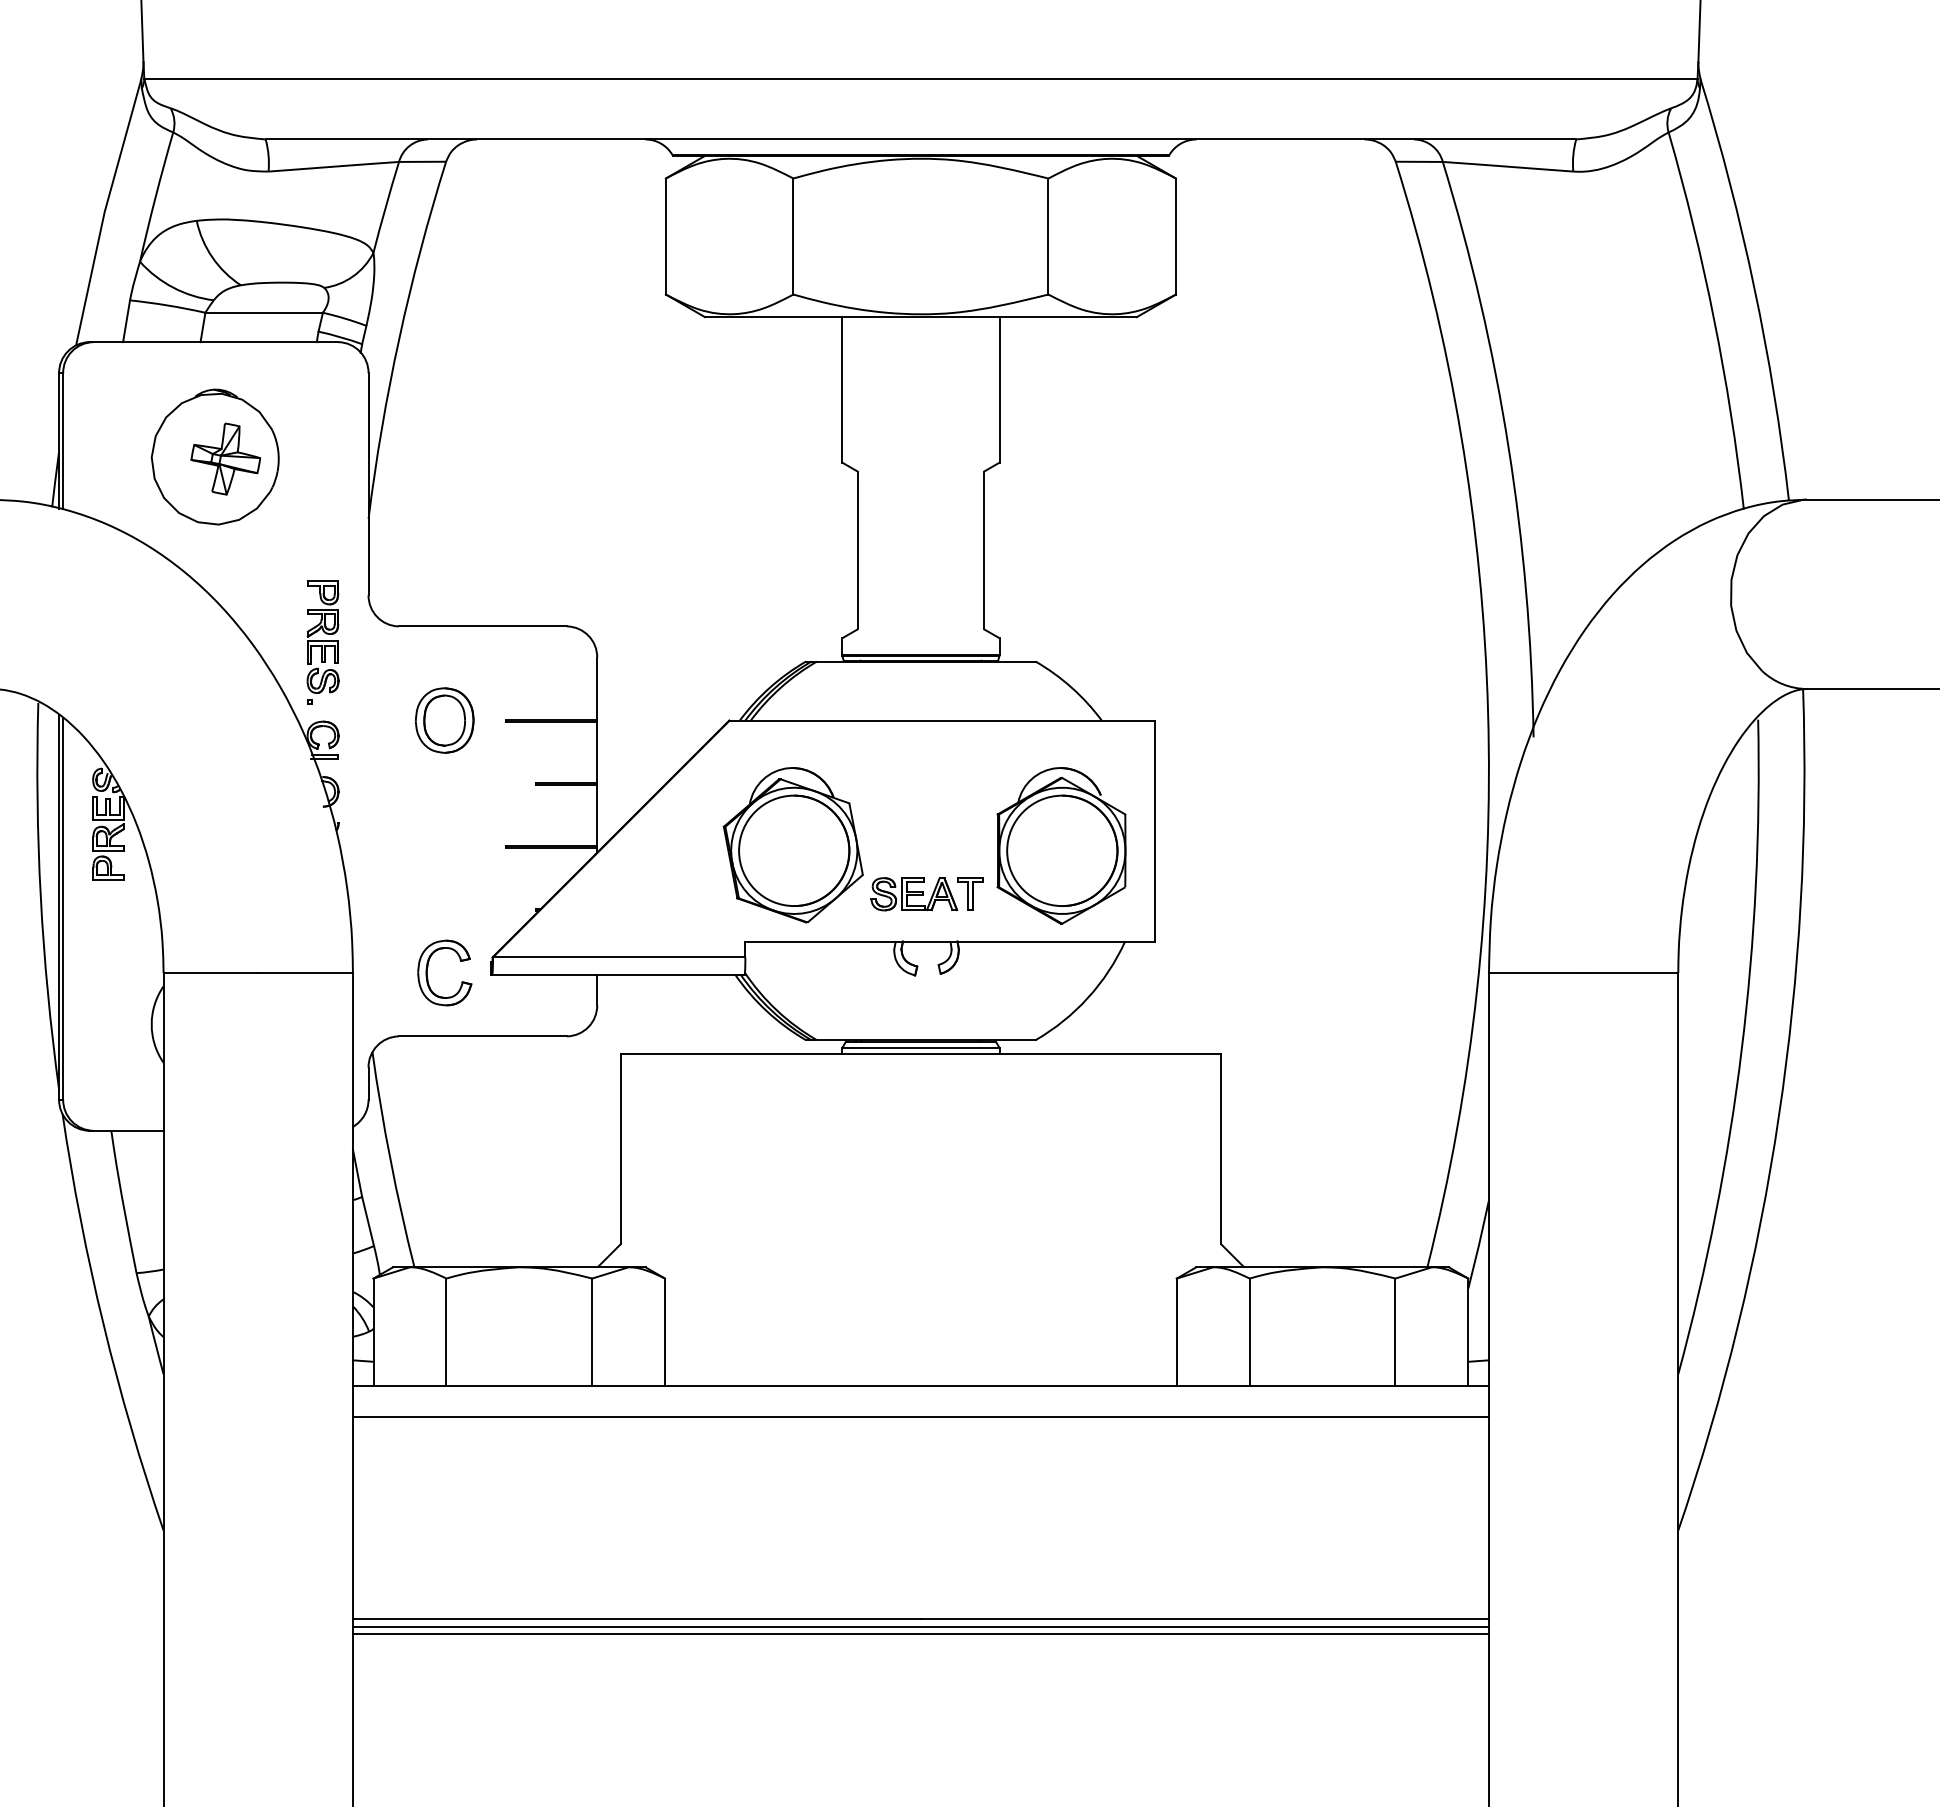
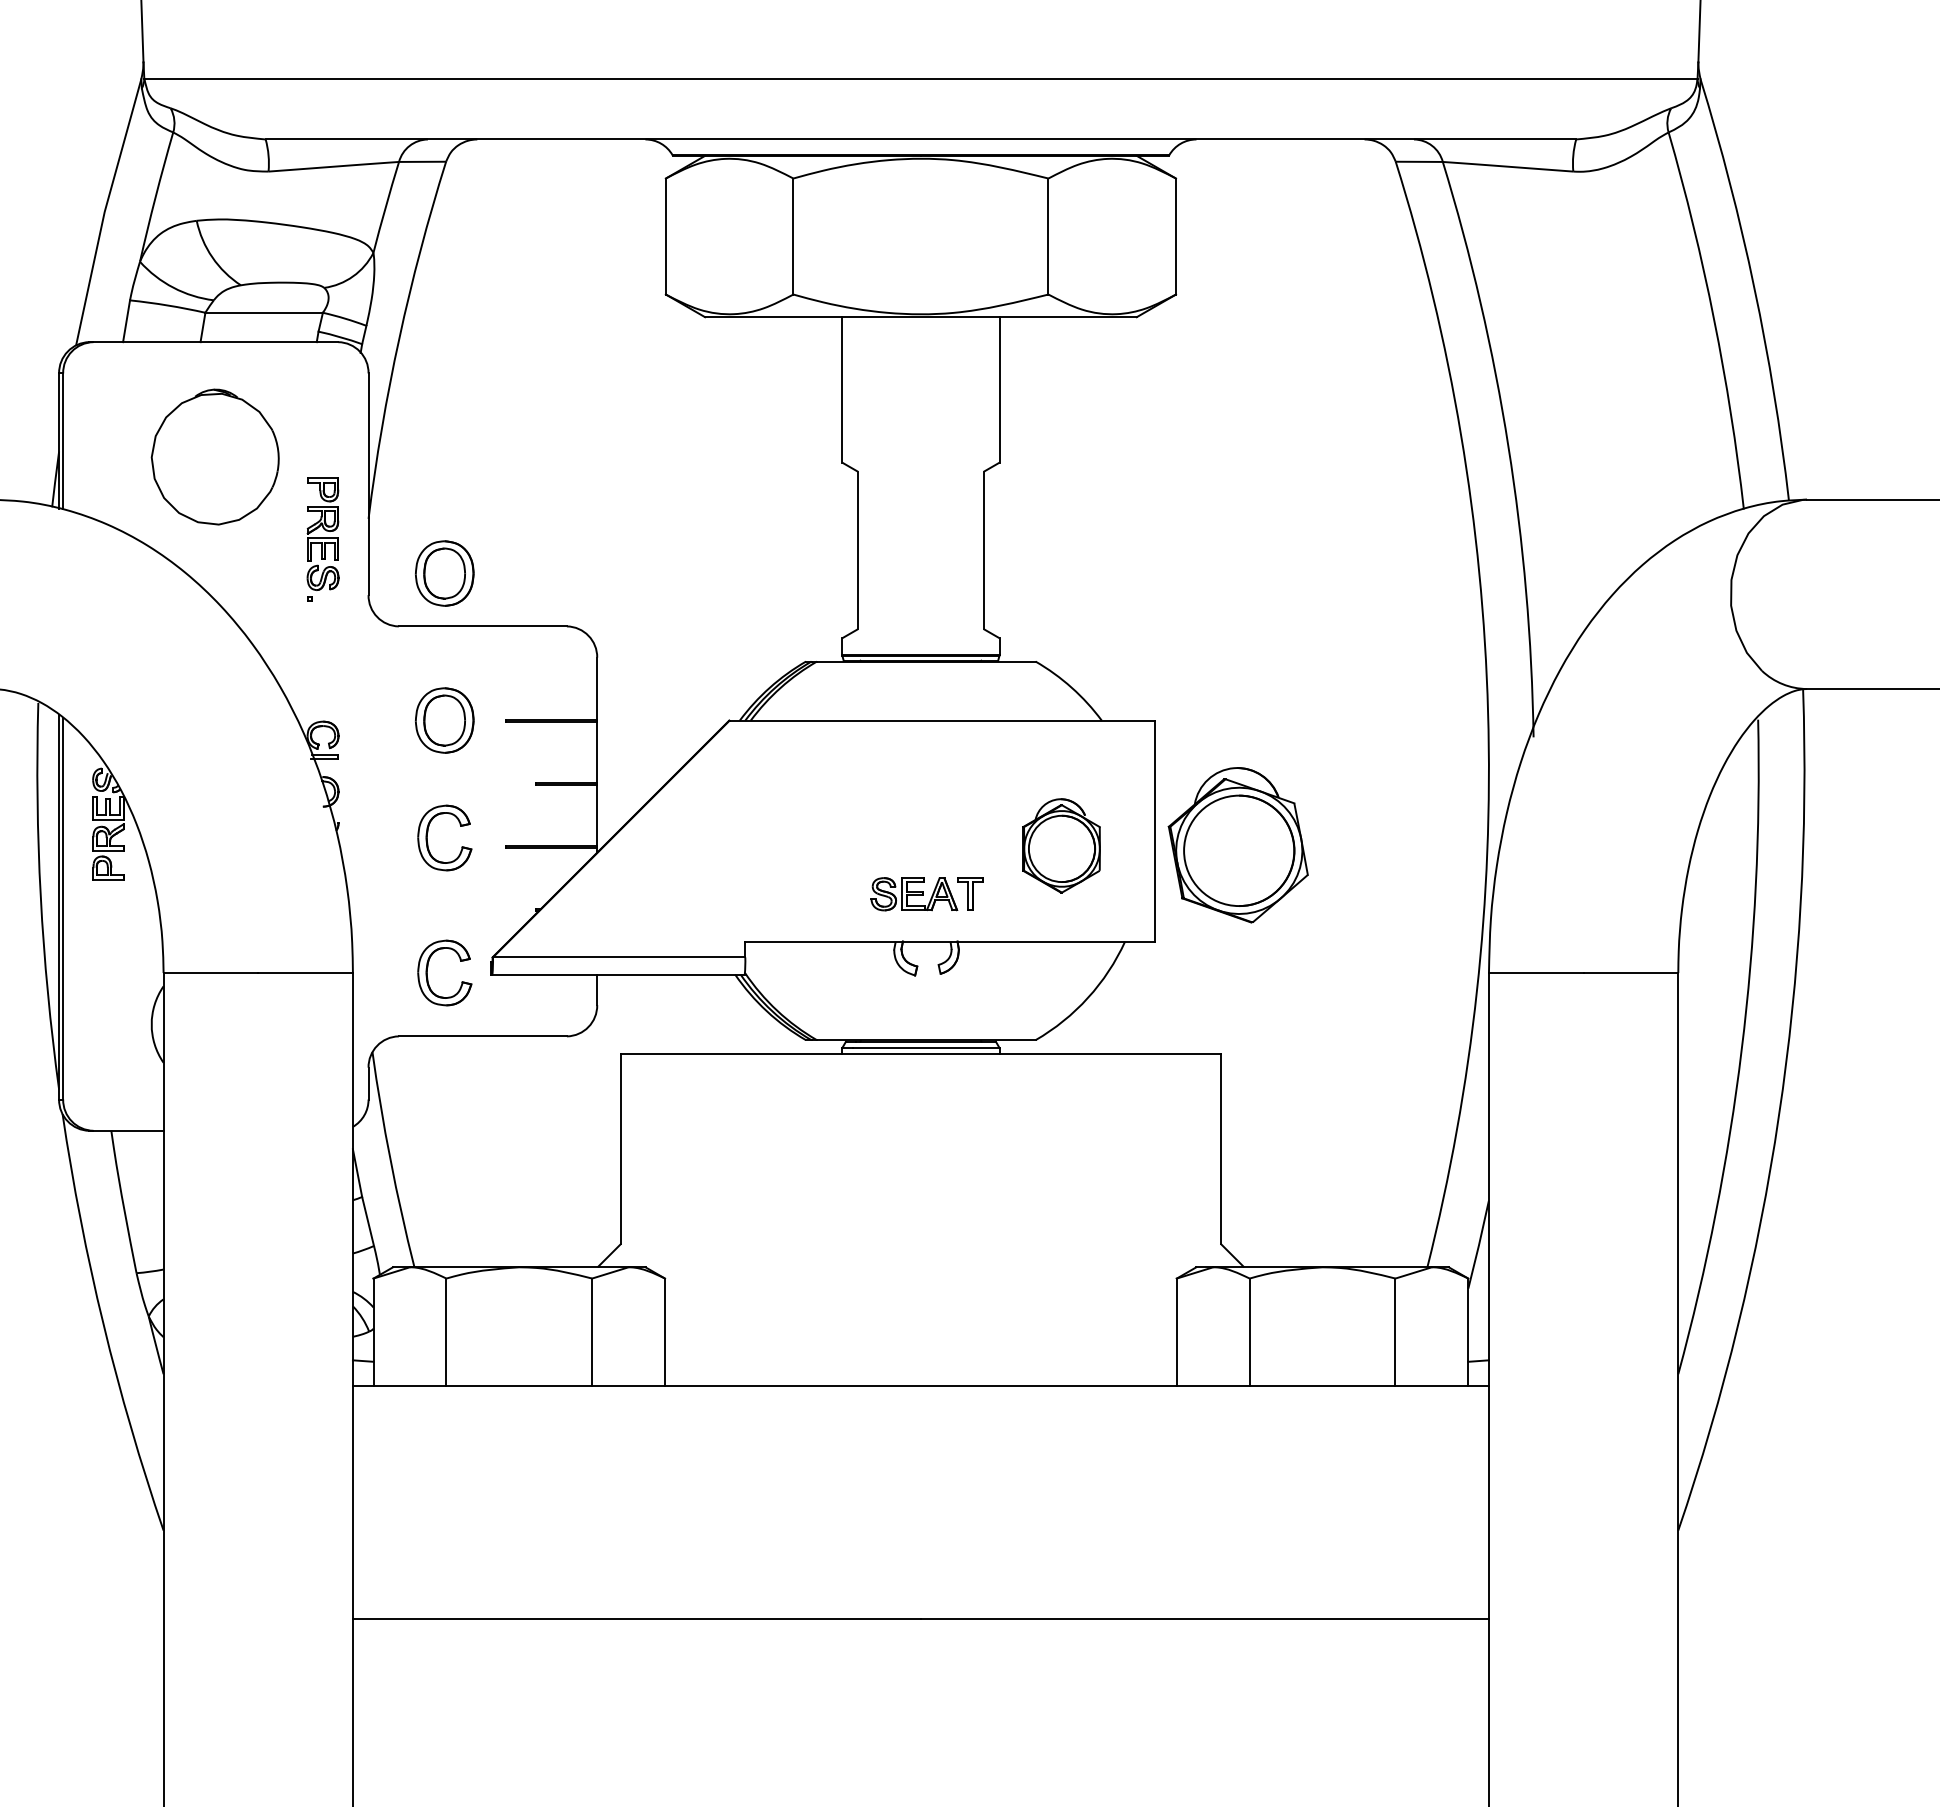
part at (225, 458): present -> none
part at (444, 573): none -> present
part at (322, 642) position: (322, 642) -> (322, 539)
part at (428, 832): none -> present
part at (792, 845) position: (792, 845) -> (1237, 845)
part at (1061, 845) size: 131x158 px -> 79x96 px
line at (920, 1417): present -> none
line at (920, 1626): present -> none
line at (920, 1634): present -> none
